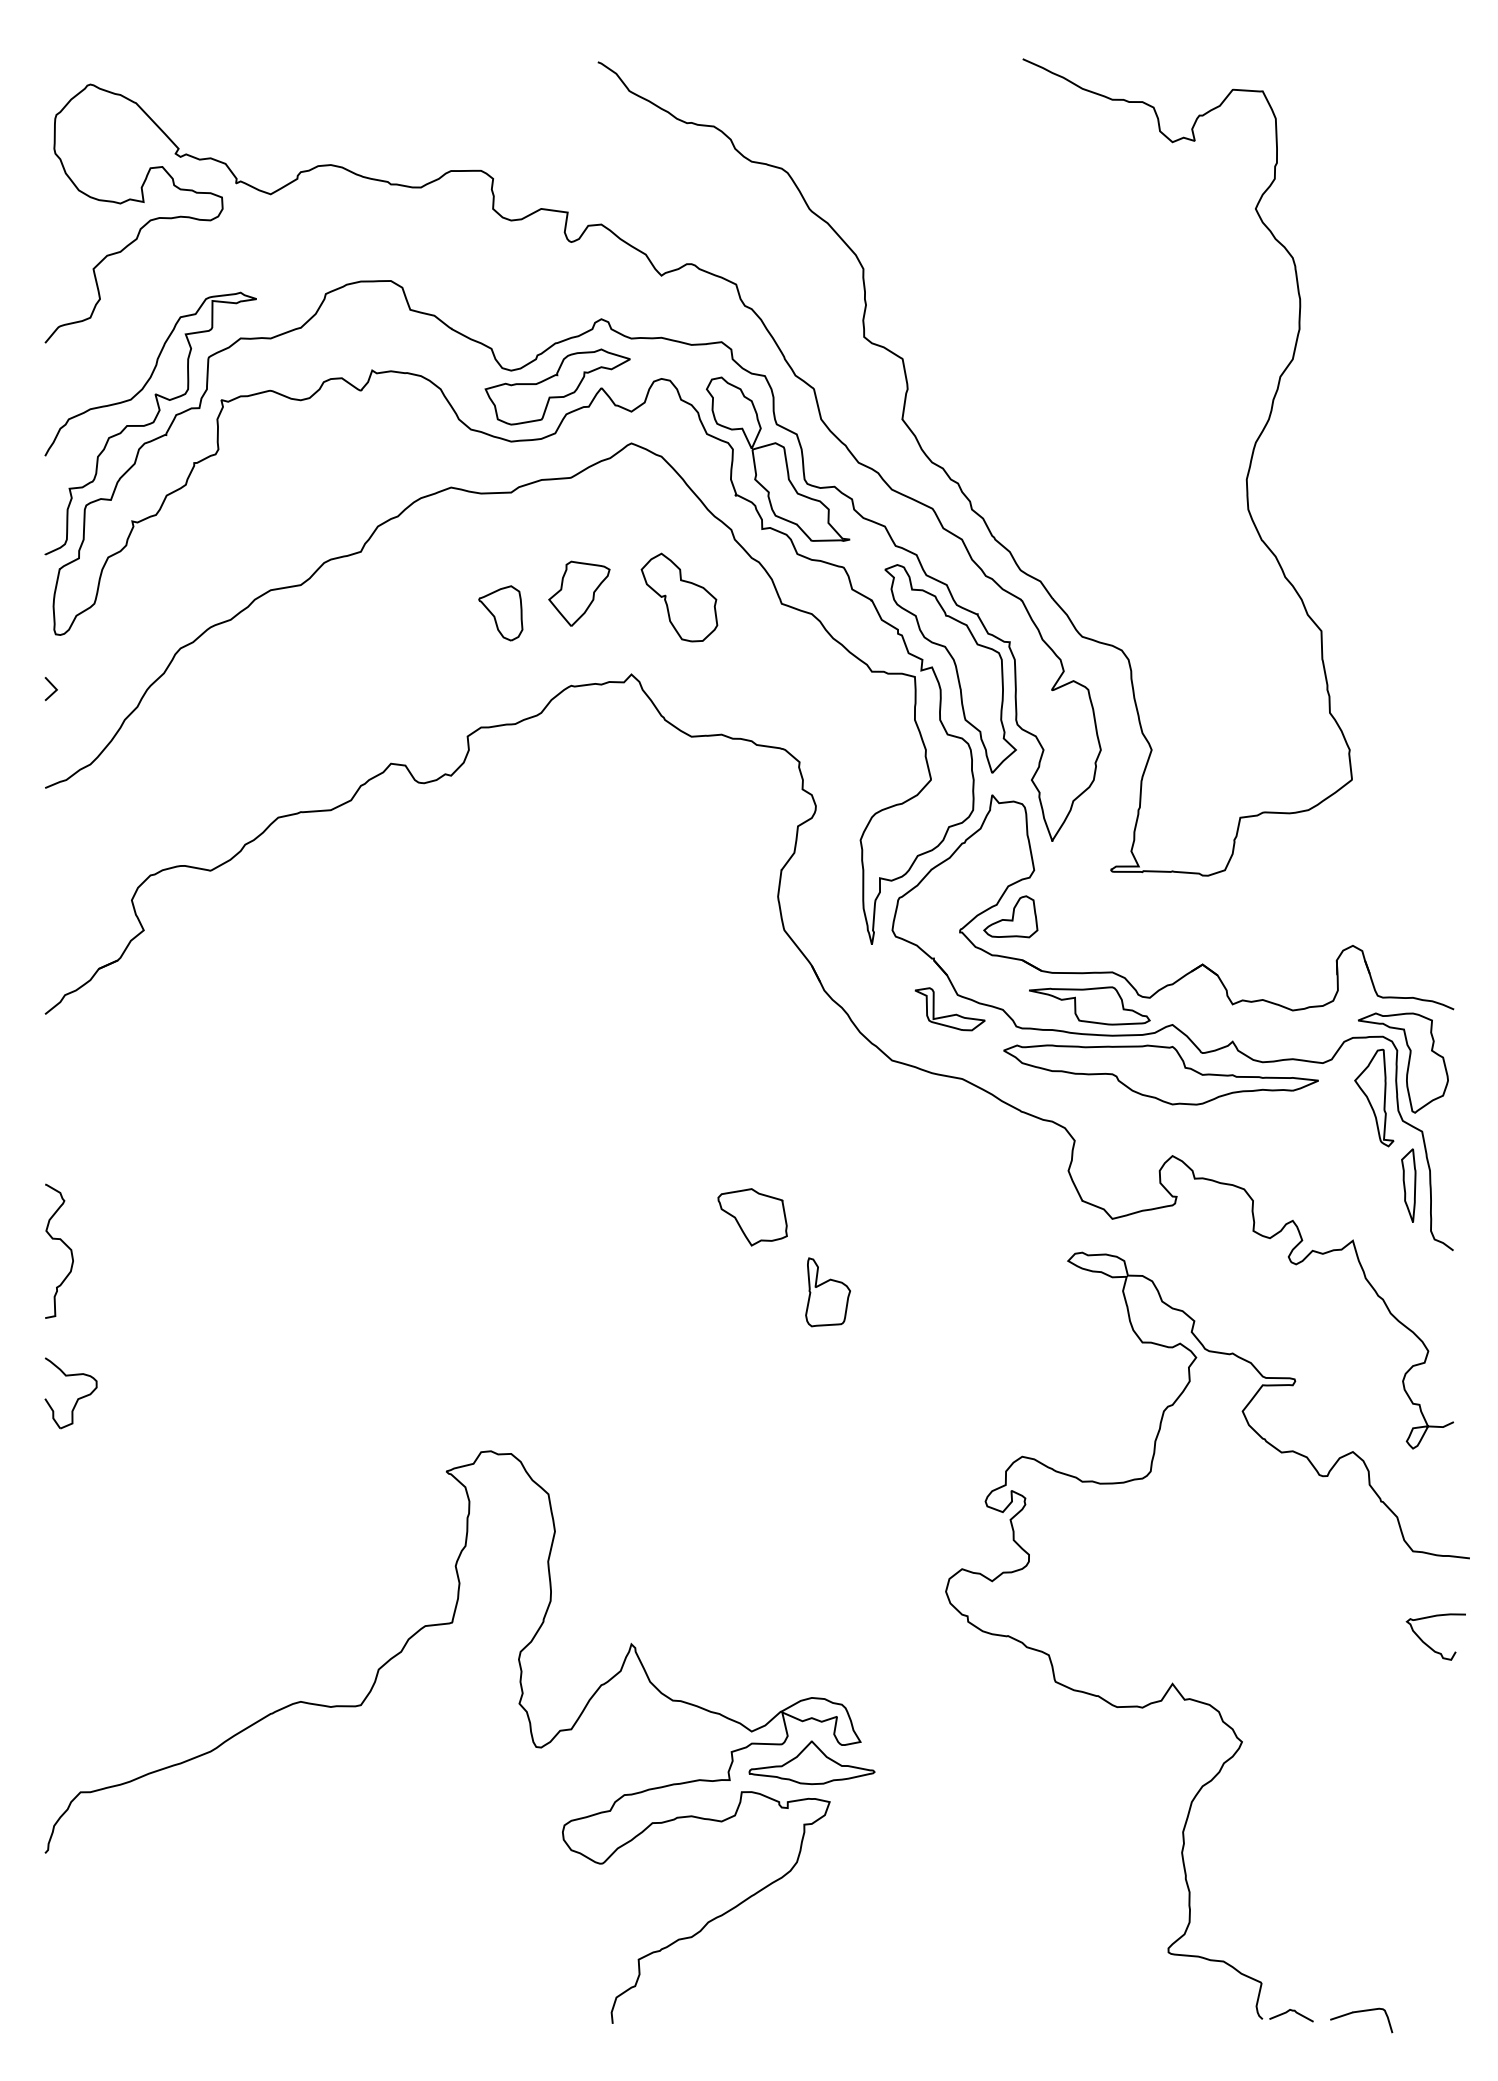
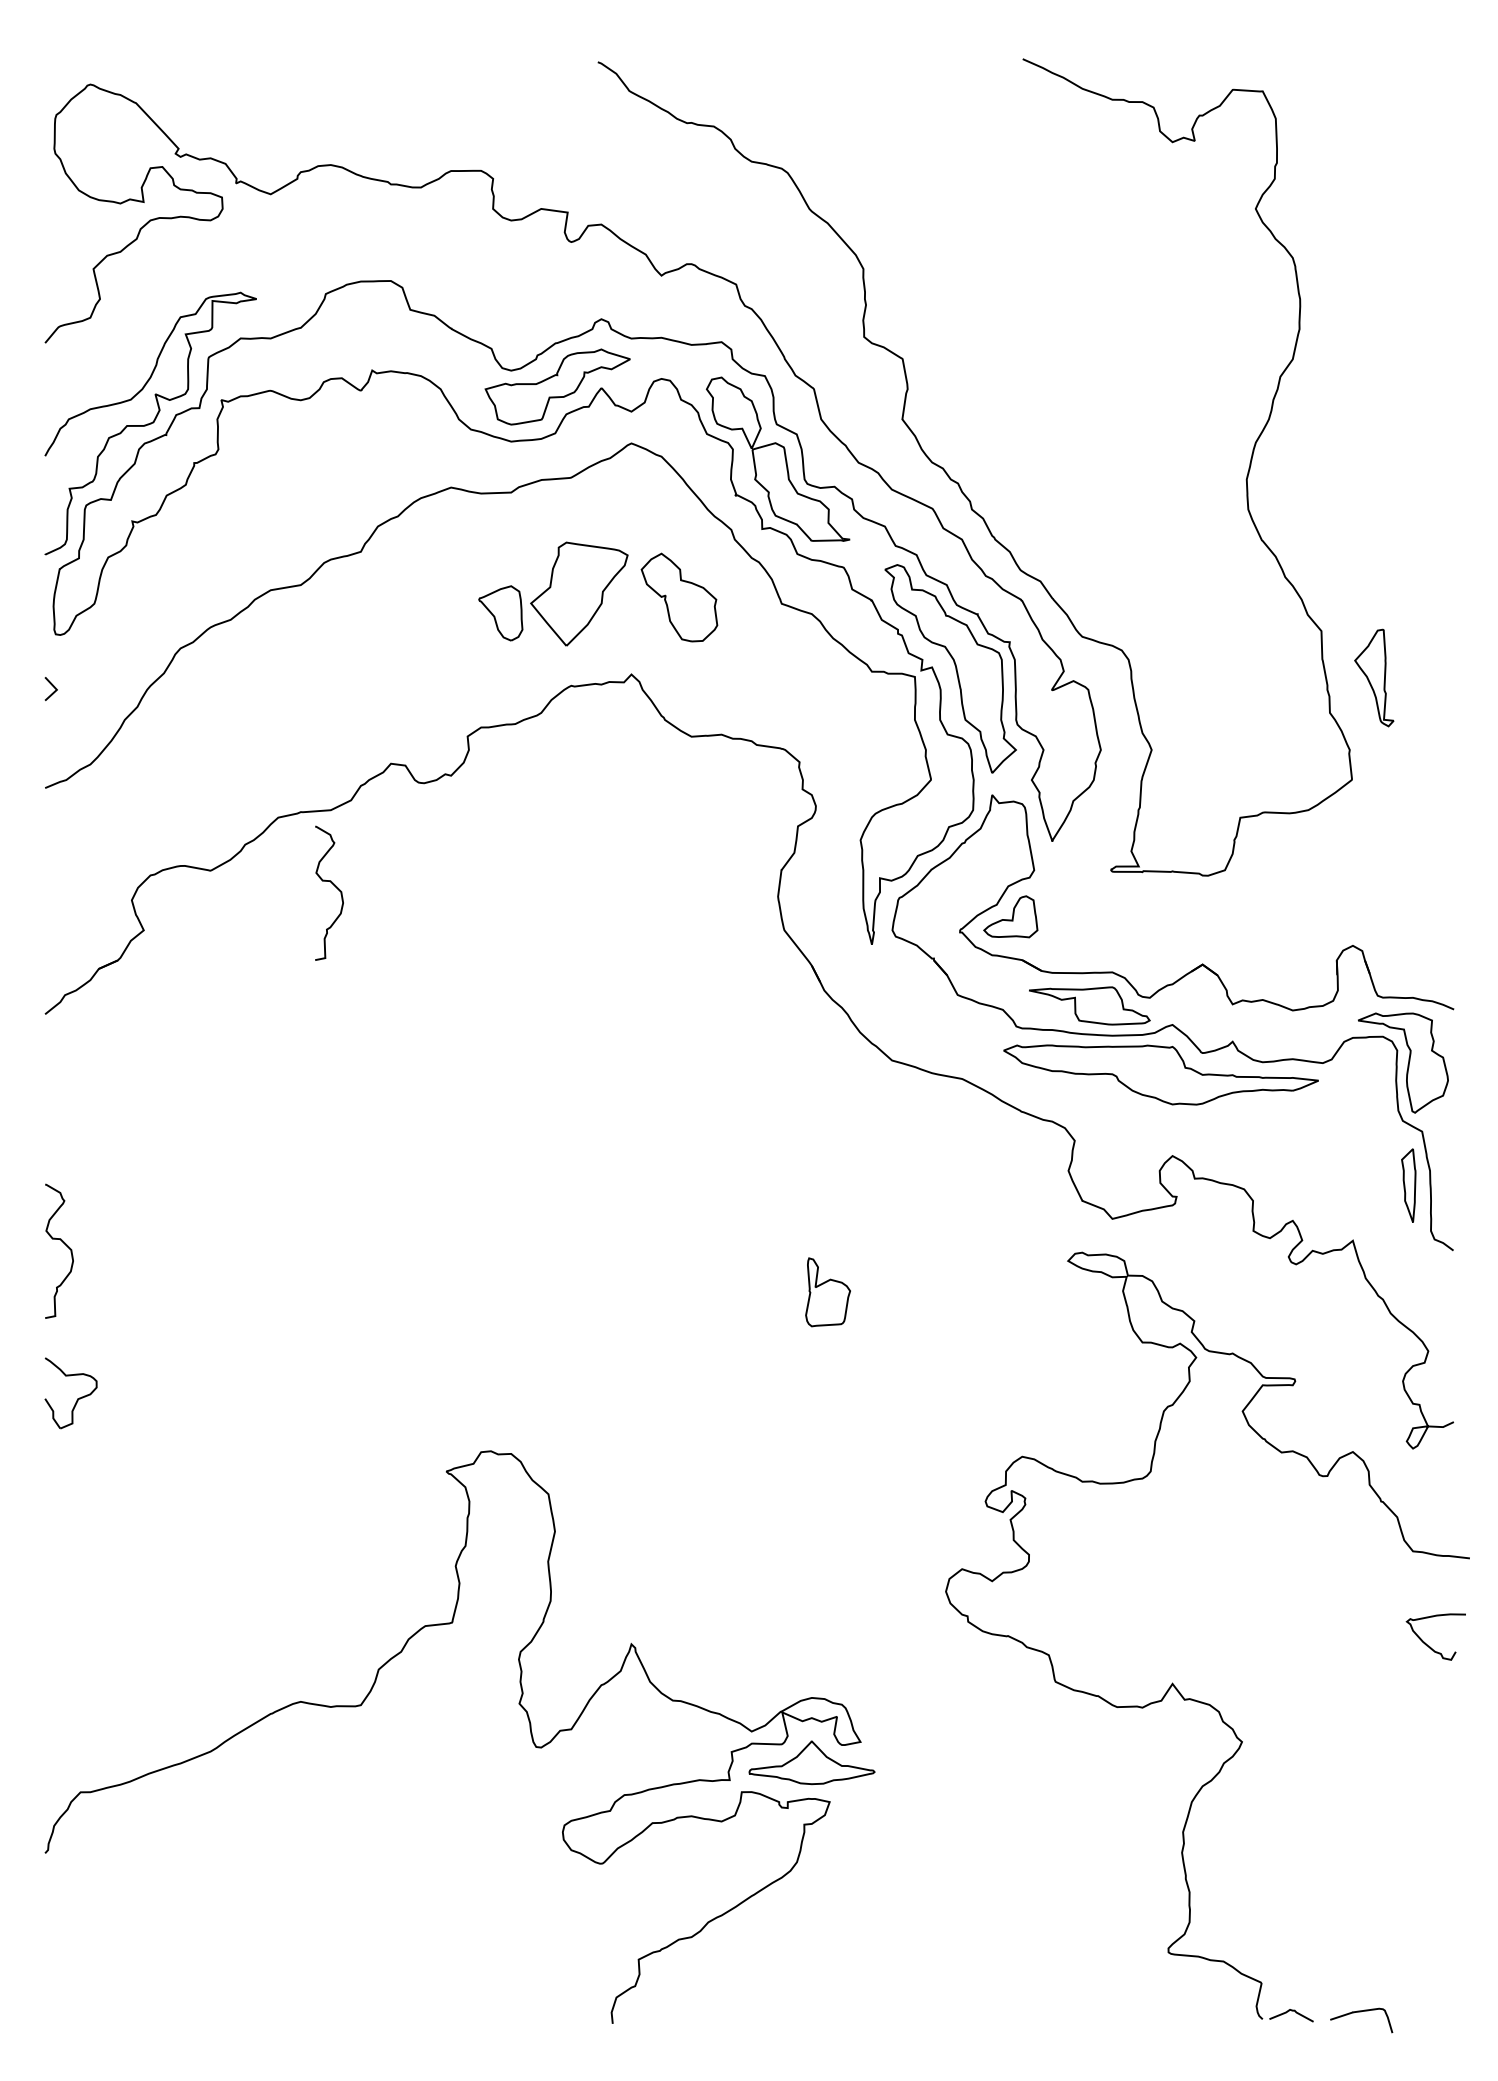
part at (579, 593) size: 63x67 px -> 99x106 px
curve at (334, 886): none -> present
part at (949, 1009): present -> none
part at (1374, 1097) position: (1374, 1097) -> (1374, 677)
part at (752, 1217): present -> none
